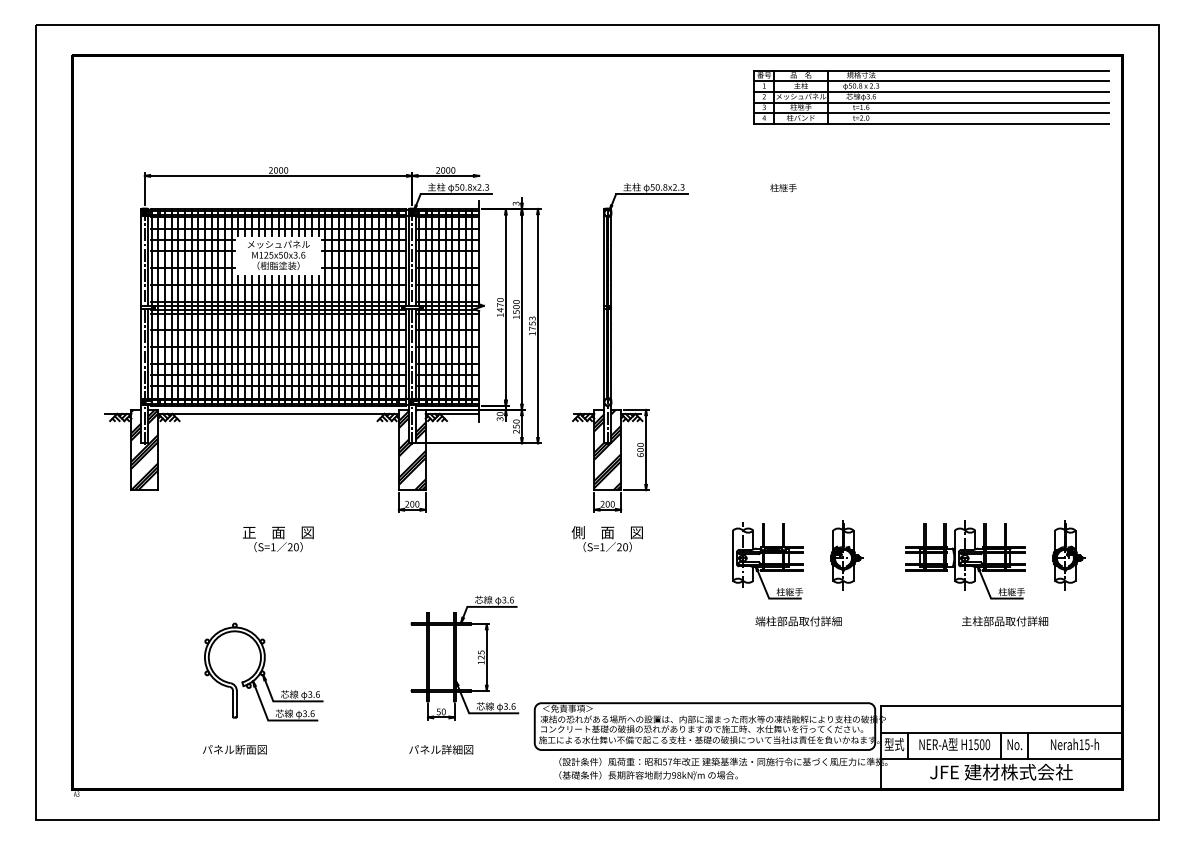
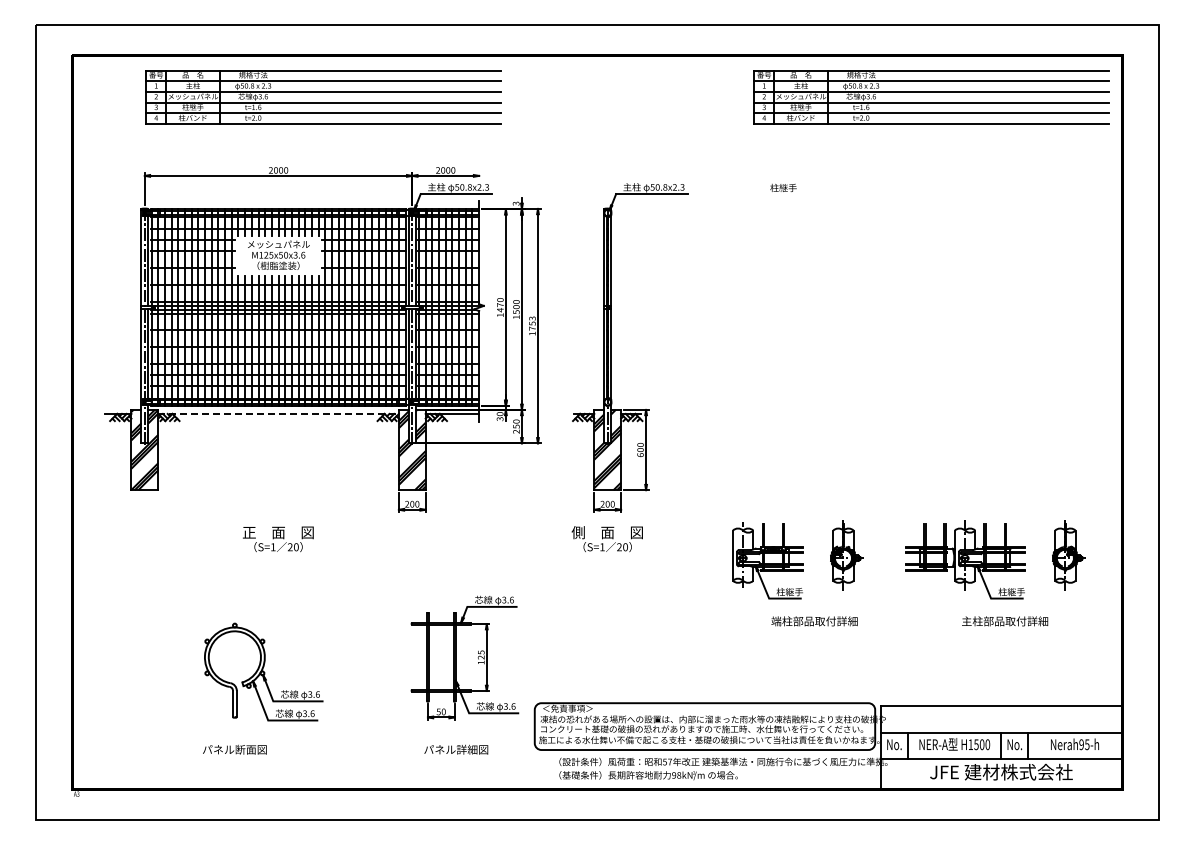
part at (323, 97): none -> present
line at (279, 413): solid -> dashed
text at (798, 621) position: (798, 621) -> (814, 621)
text at (894, 744): 型式 -> No.
text at (1081, 744): Nerah15-h -> Nerah95-h
text at (441, 749) position: (441, 749) -> (456, 749)
